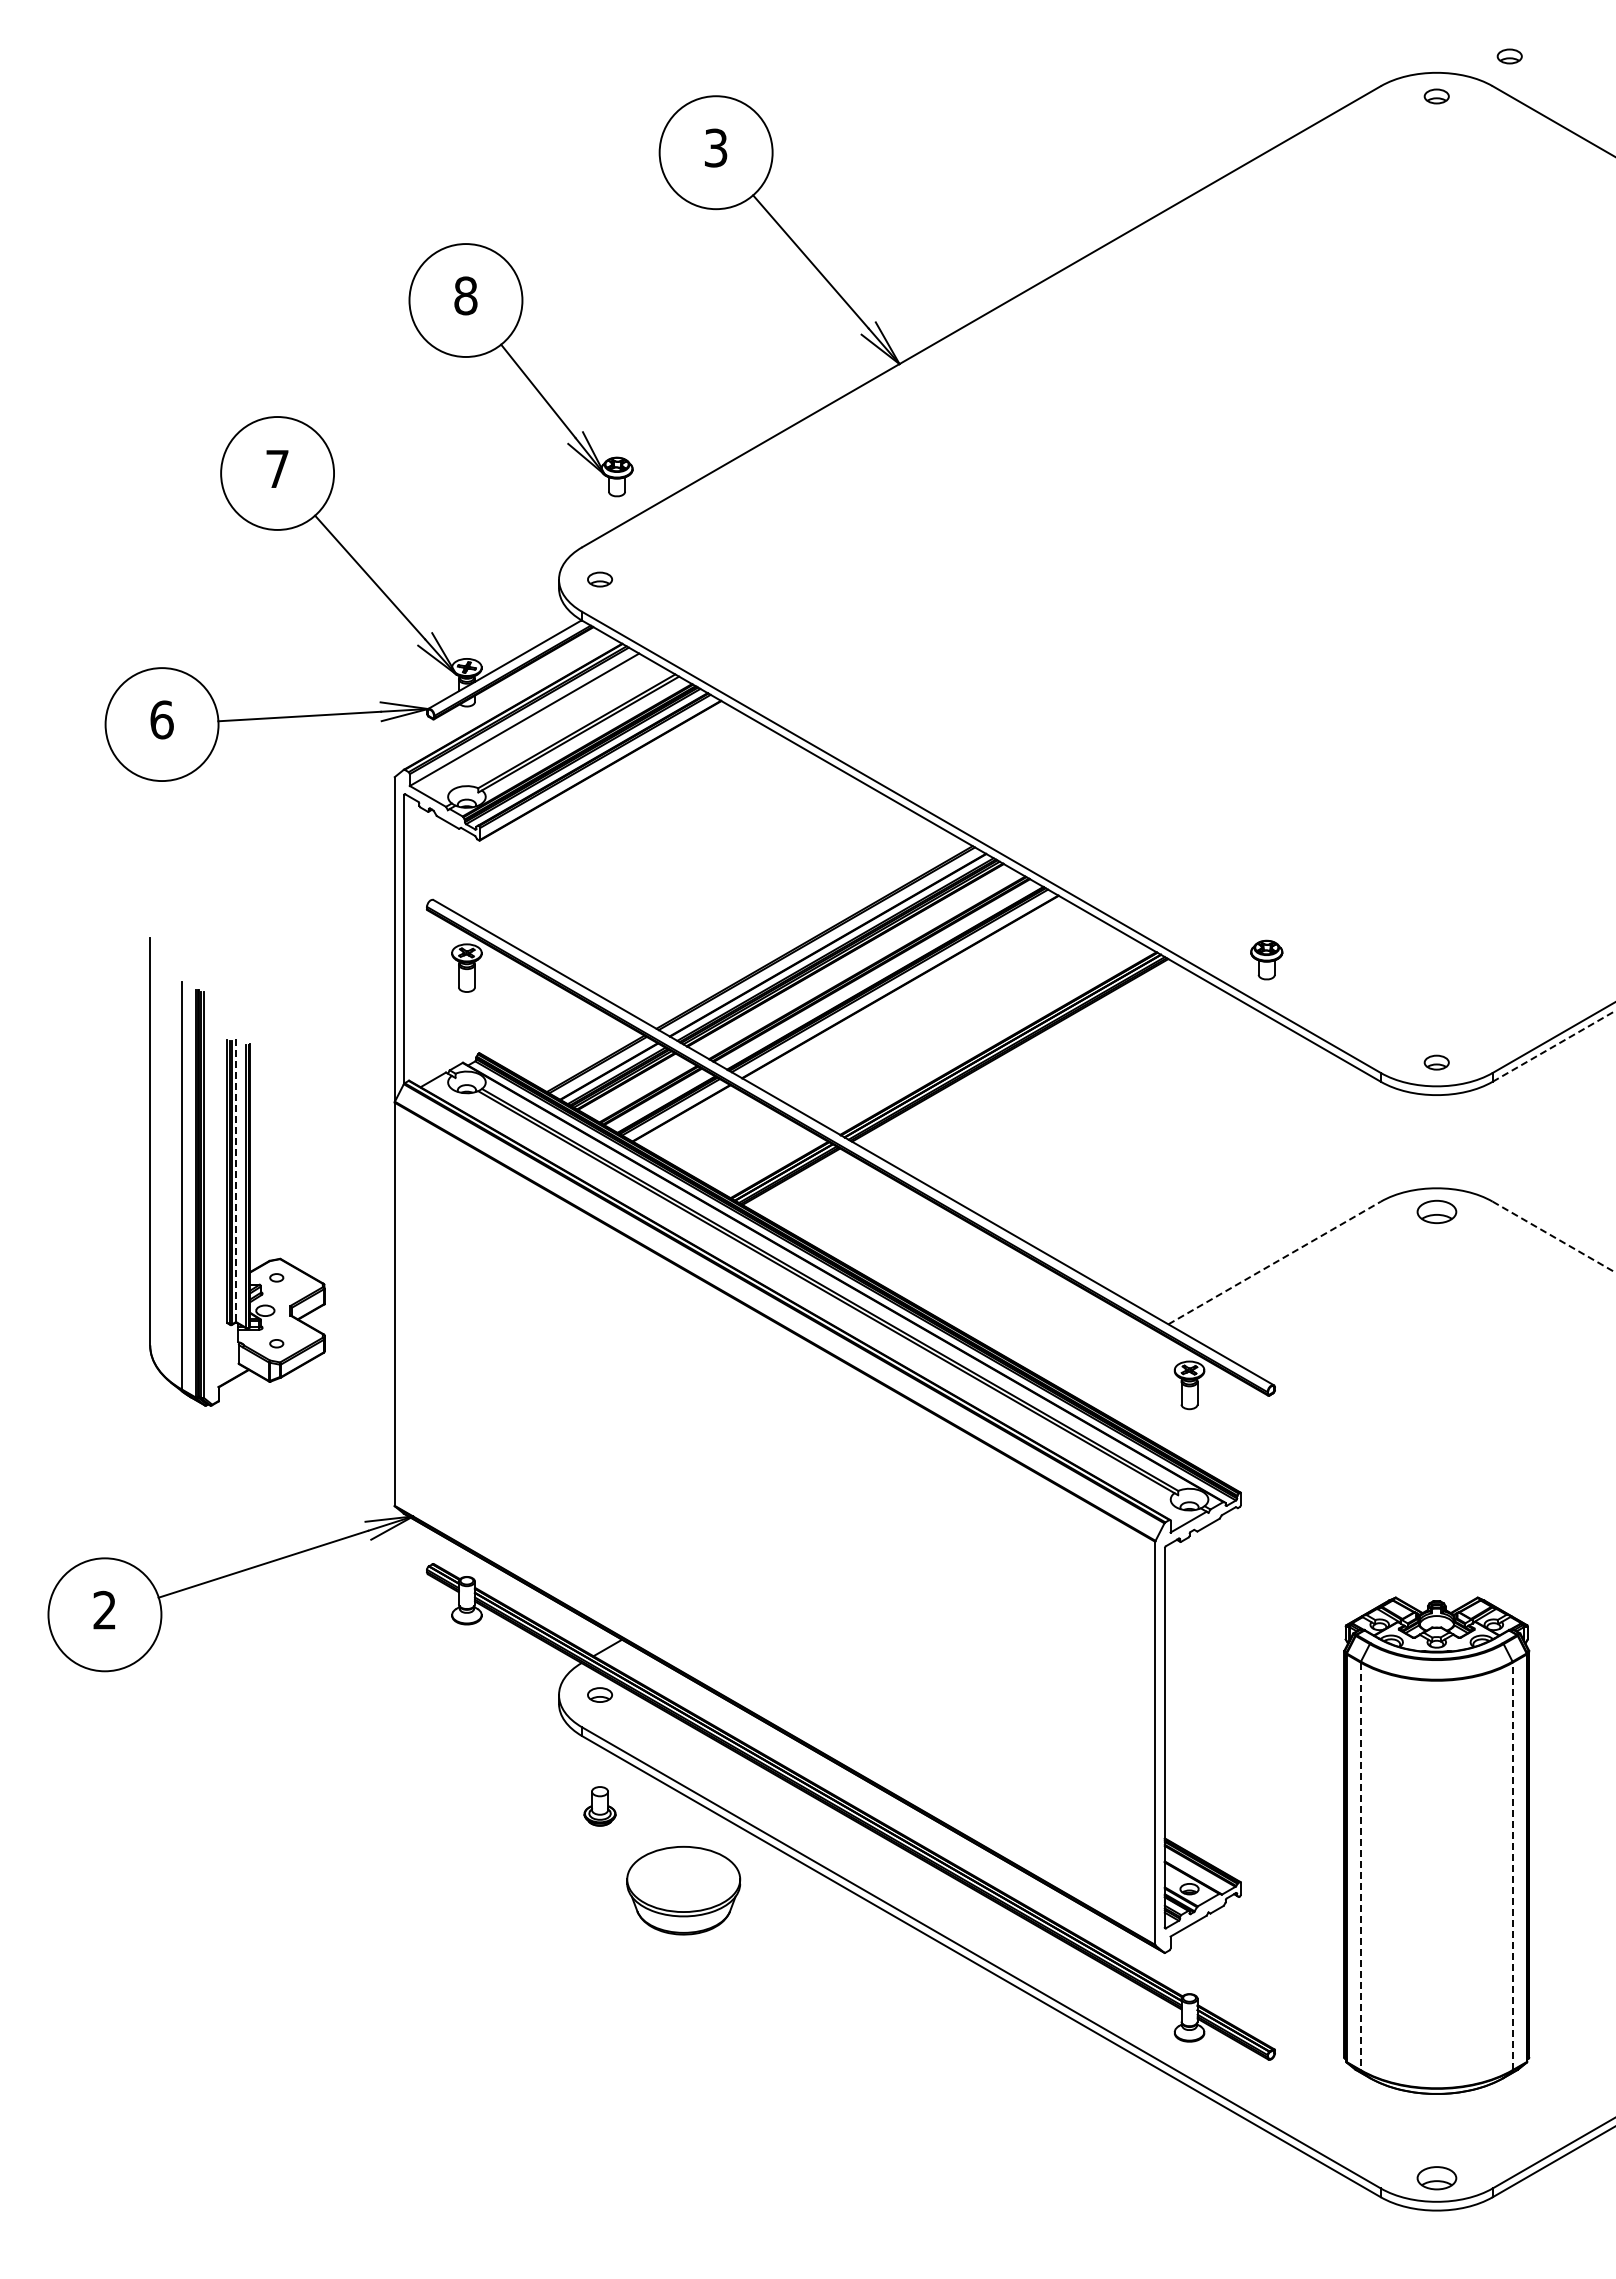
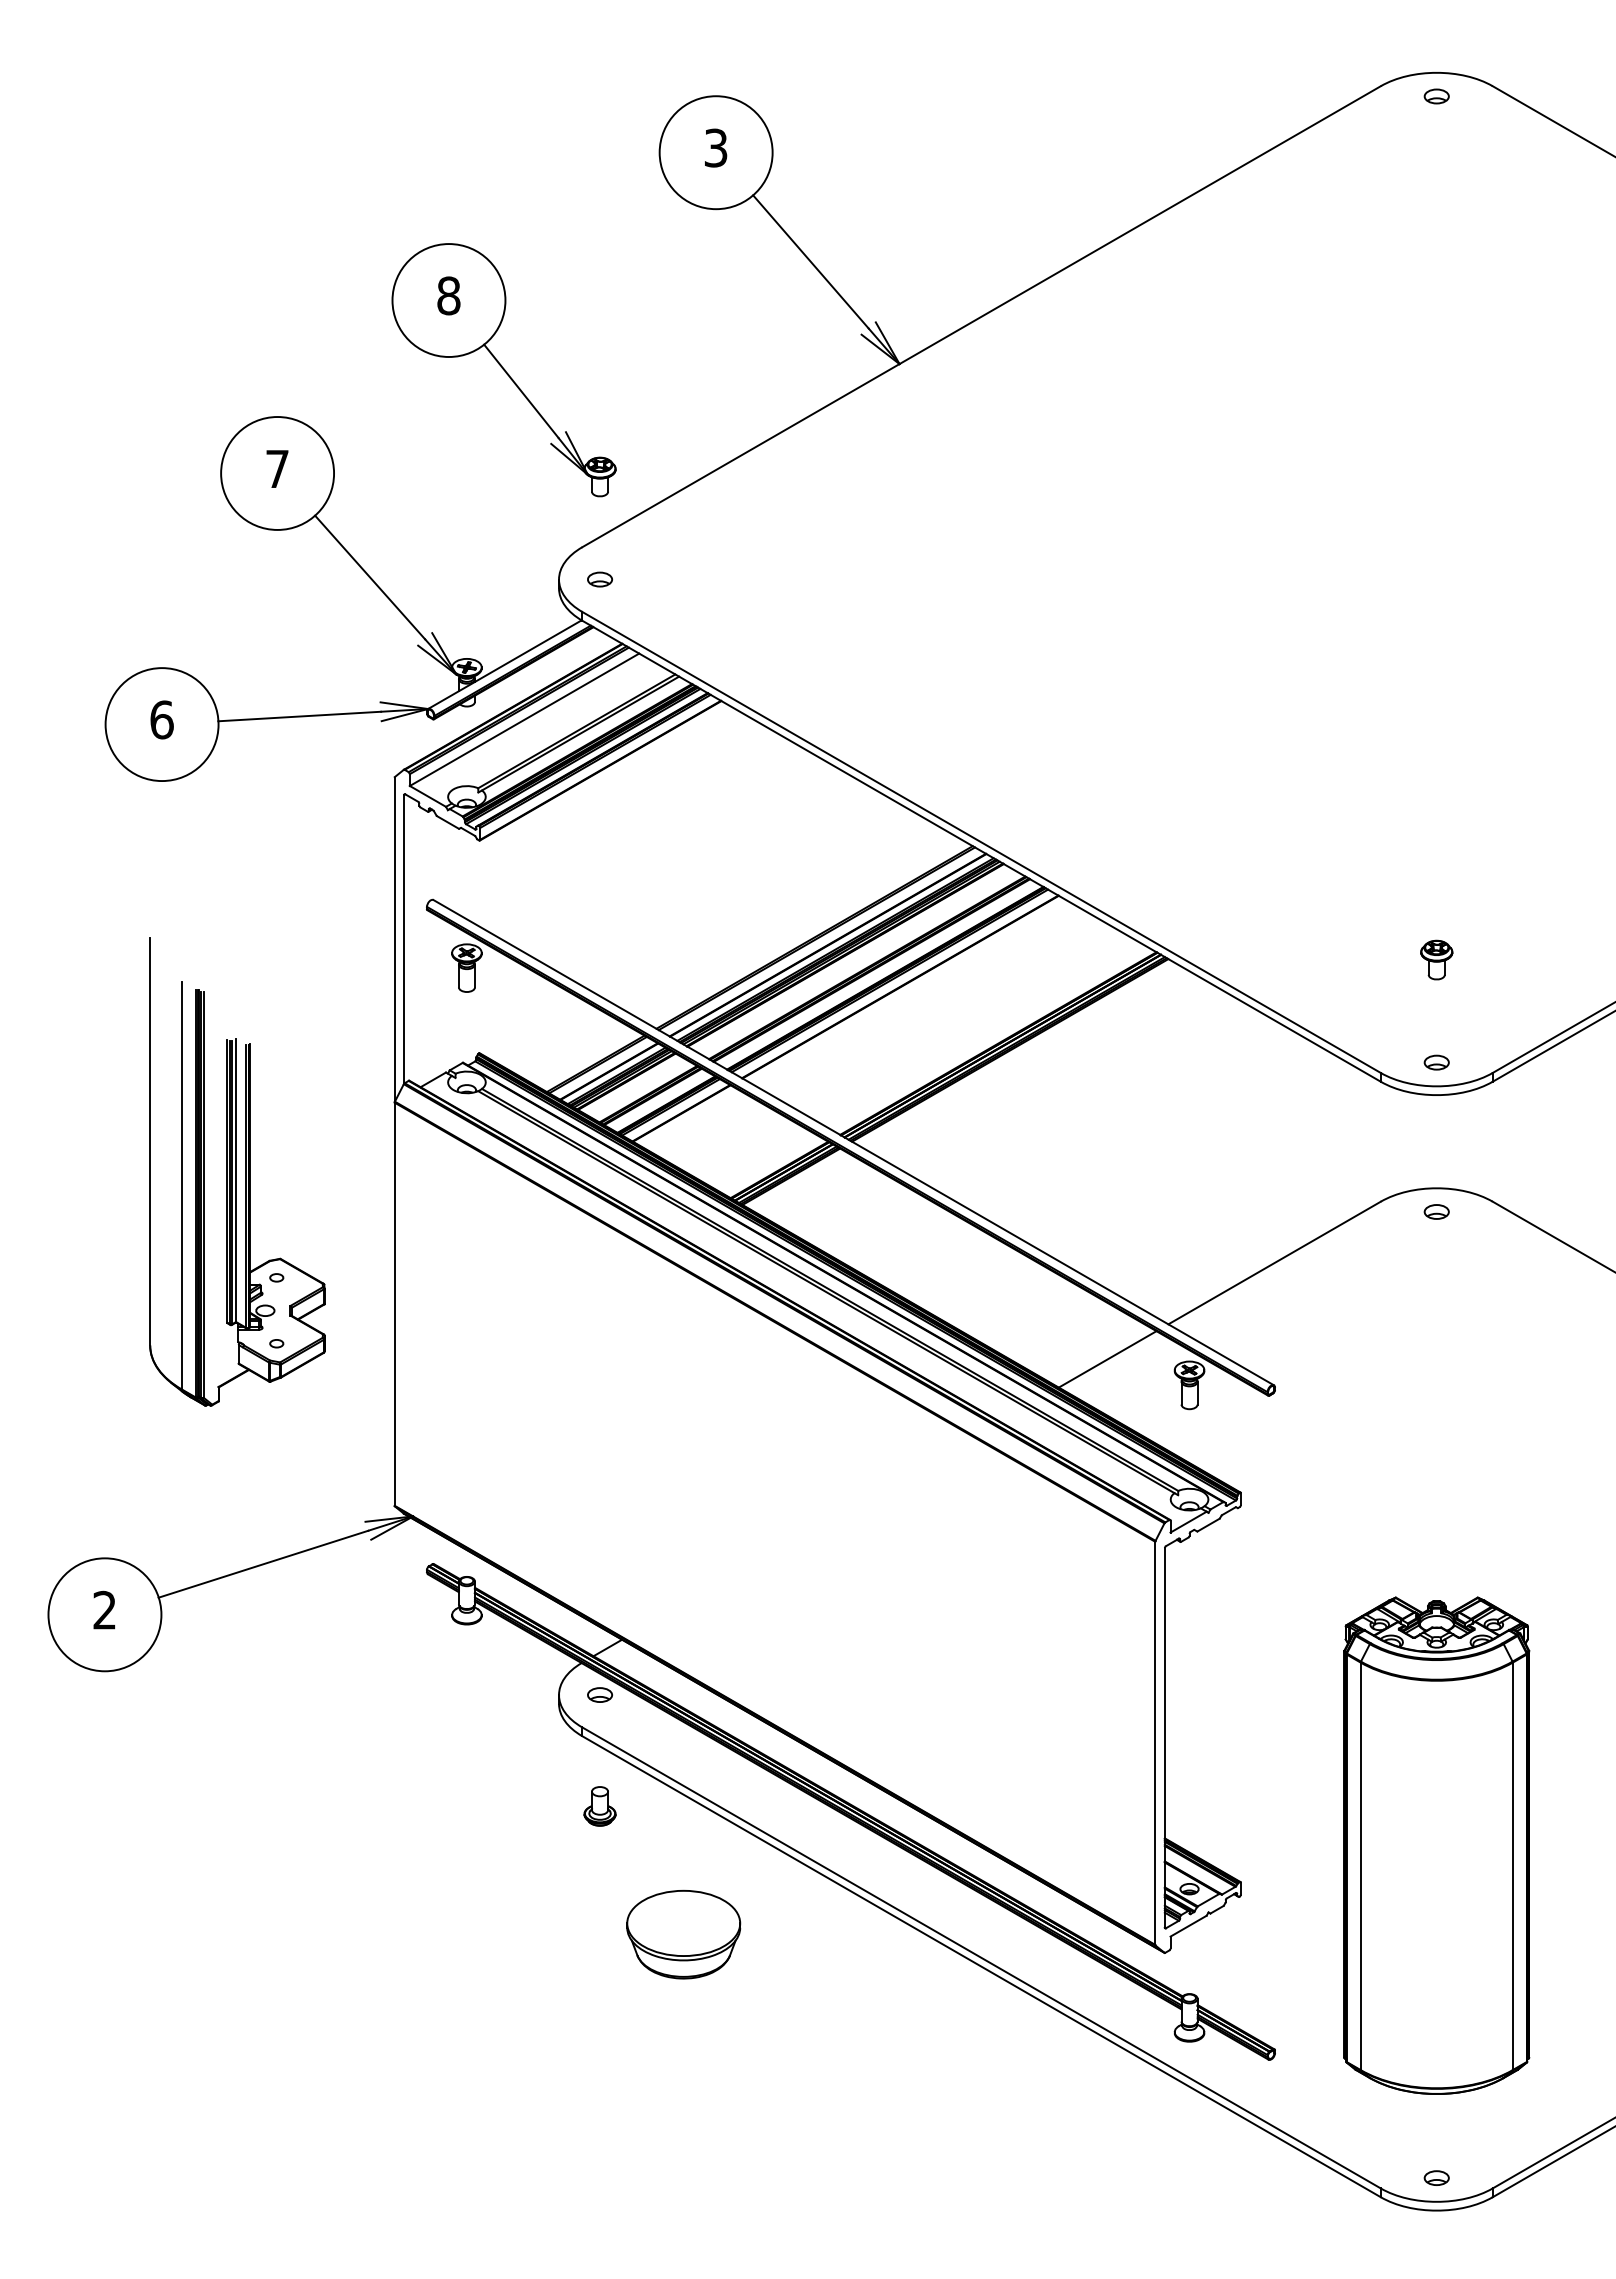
part at (1509, 56): present -> none
part at (520, 370) position: (520, 370) -> (503, 370)
part at (1266, 959) position: (1266, 959) -> (1436, 959)
line at (1554, 1046): dashed -> solid
line at (236, 1181): dashed -> solid
part at (1436, 1211) size: 42x25 px -> 27x16 px
line at (1554, 1237): dashed -> solid
line at (1274, 1263): dashed -> solid
line at (1107, 1359): none -> present
line at (1360, 1866): dashed -> solid
line at (1512, 1866): dashed -> solid
part at (683, 1890) position: (683, 1890) -> (683, 1934)
part at (1436, 2178) size: 42x25 px -> 27x16 px
